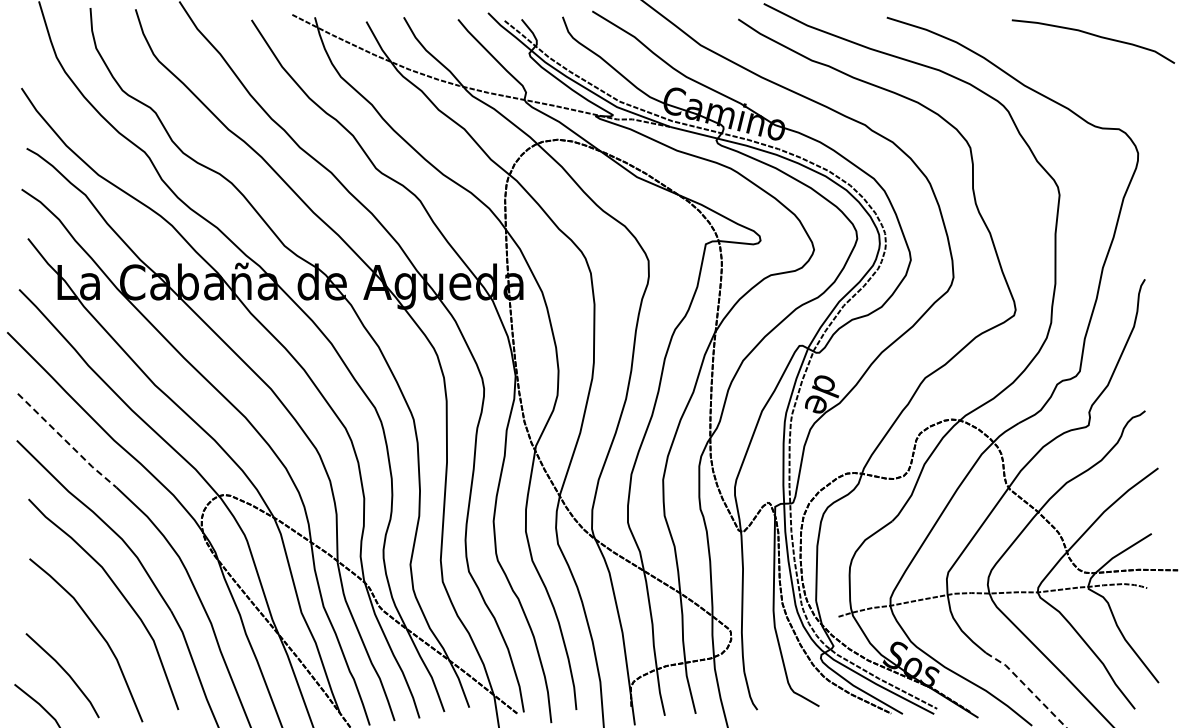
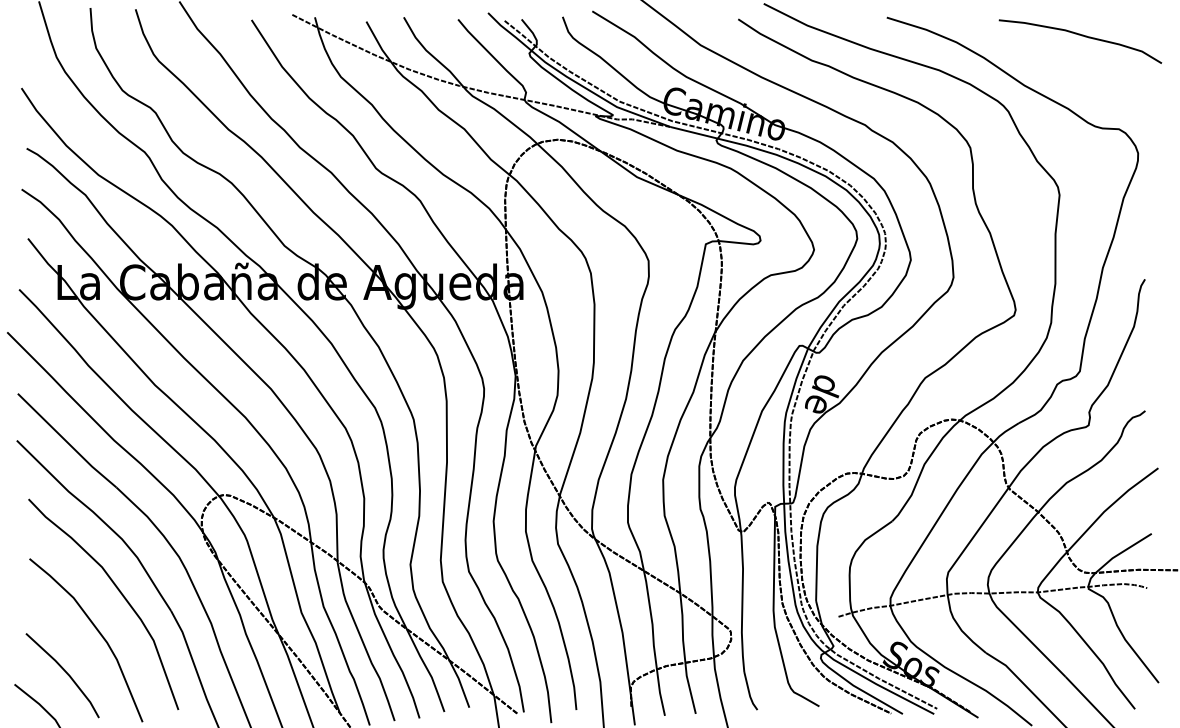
curve at (1094, 36) position: (1094, 36) -> (1081, 36)
line at (66, 441): dashed -> solid
line at (1027, 687): dashed -> solid
